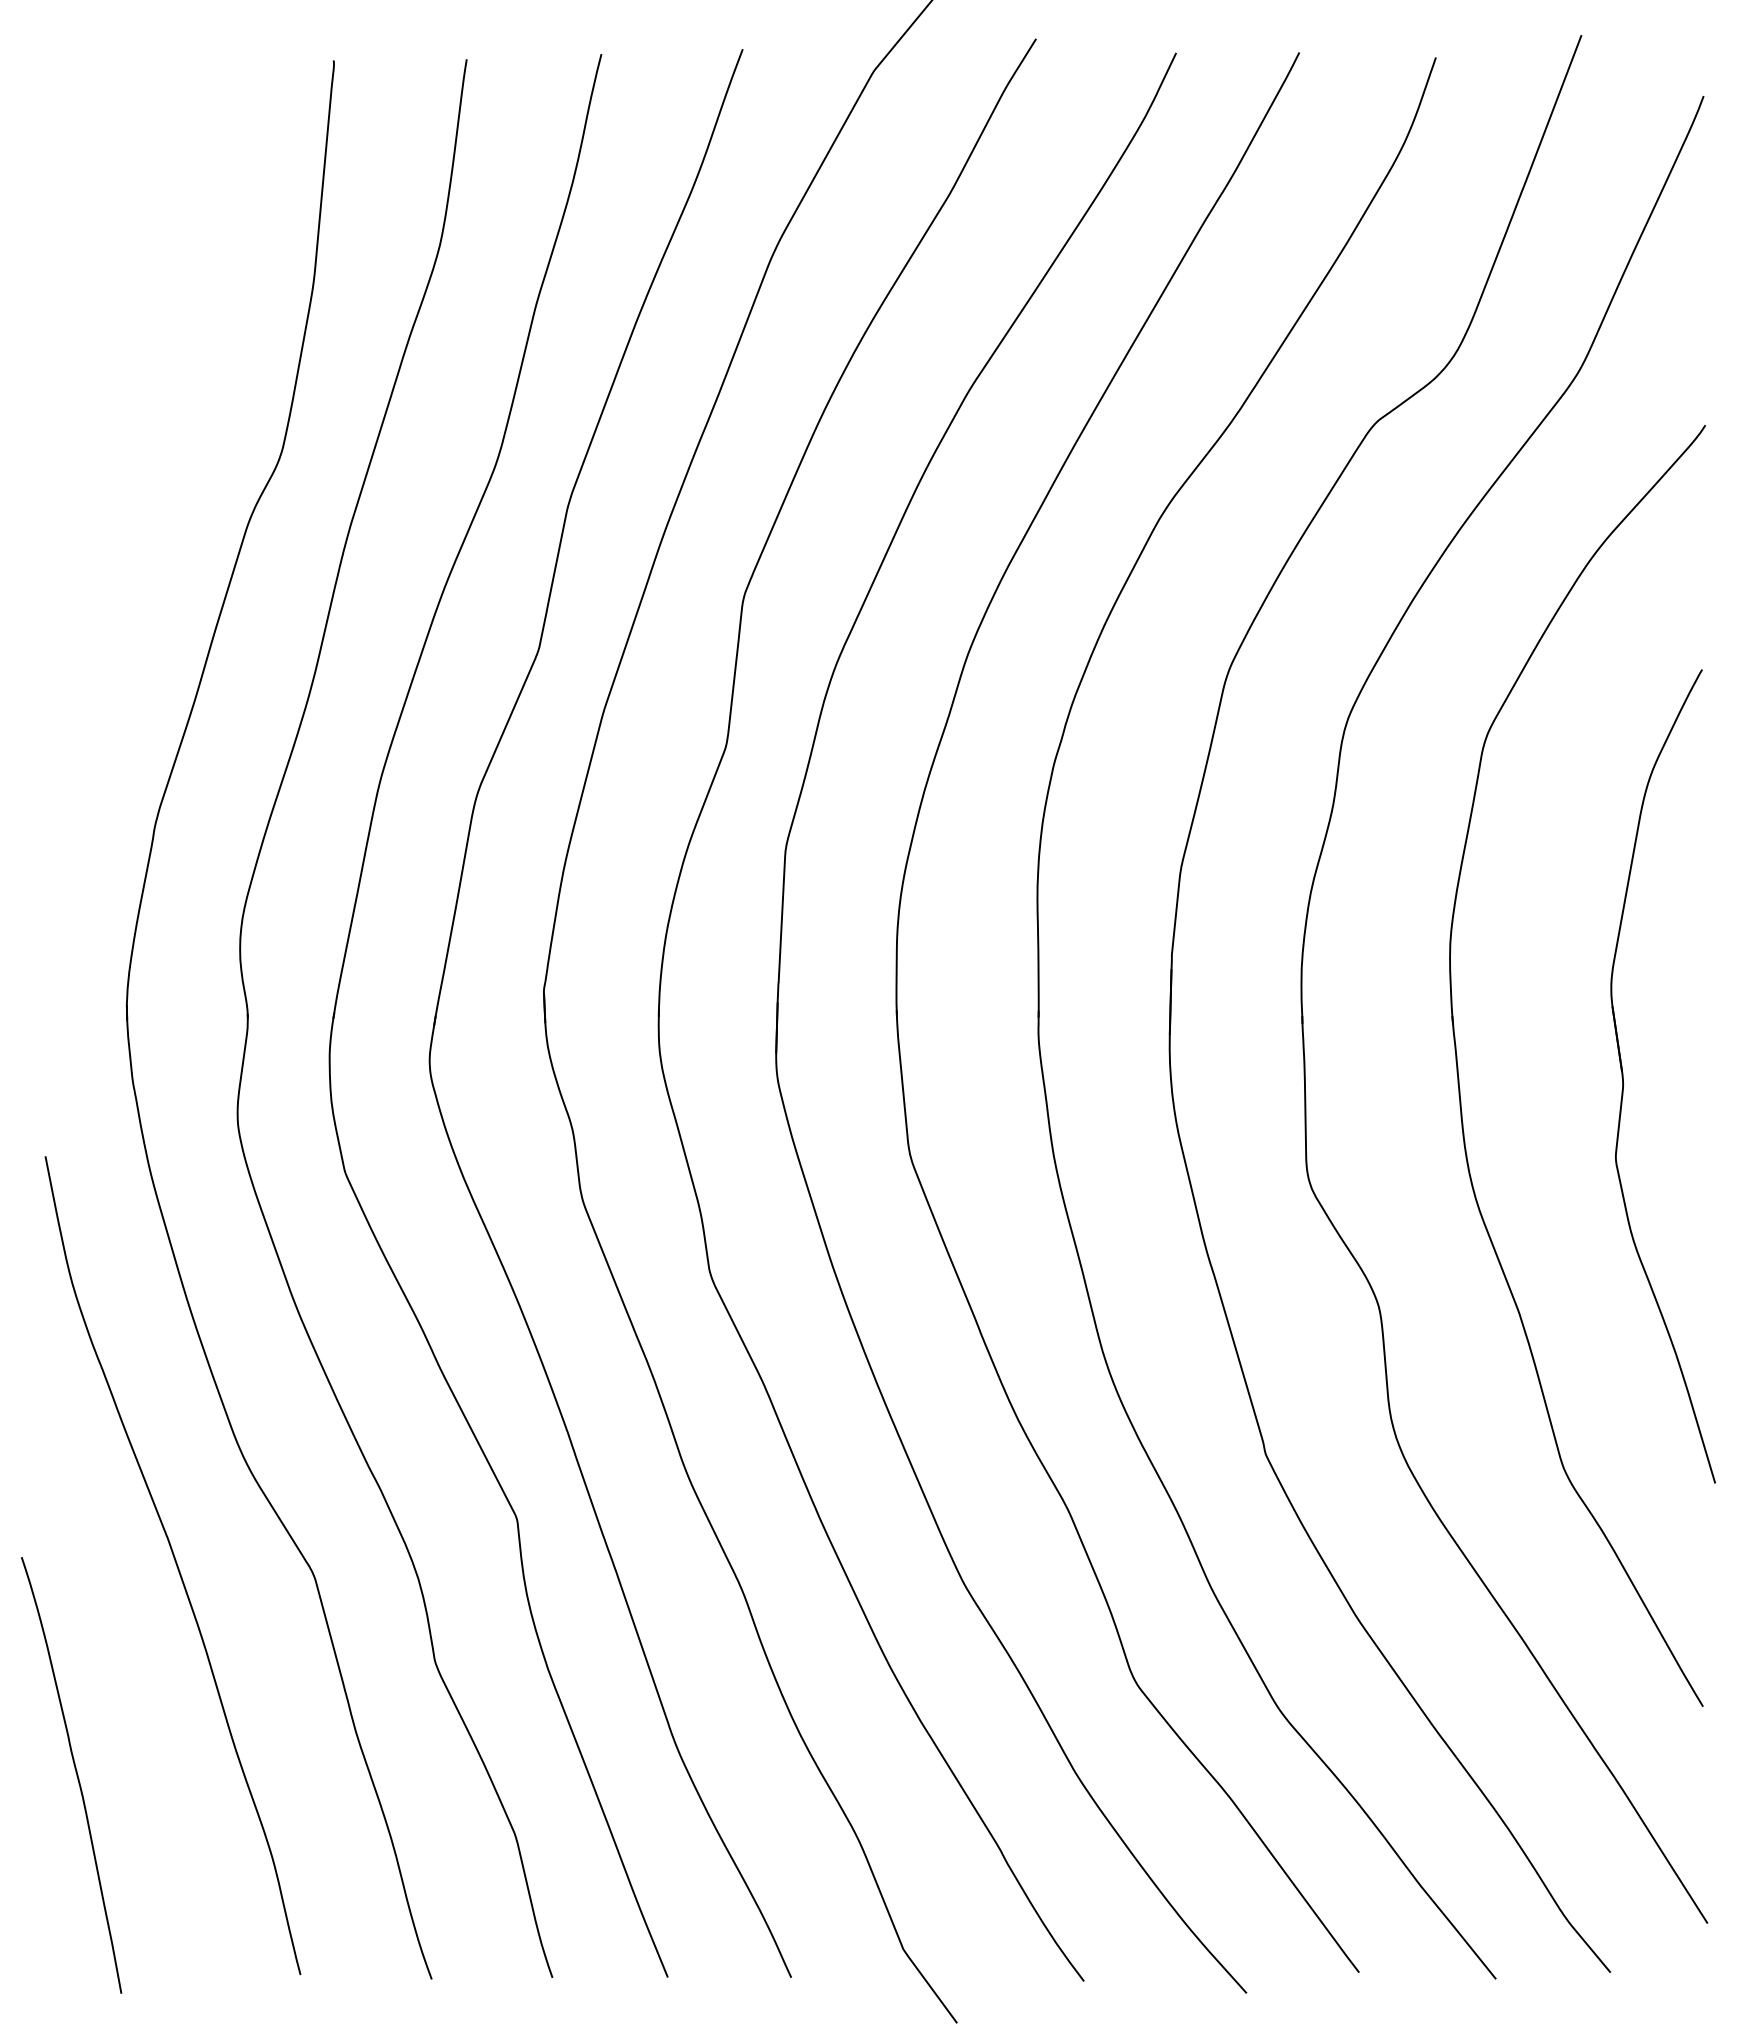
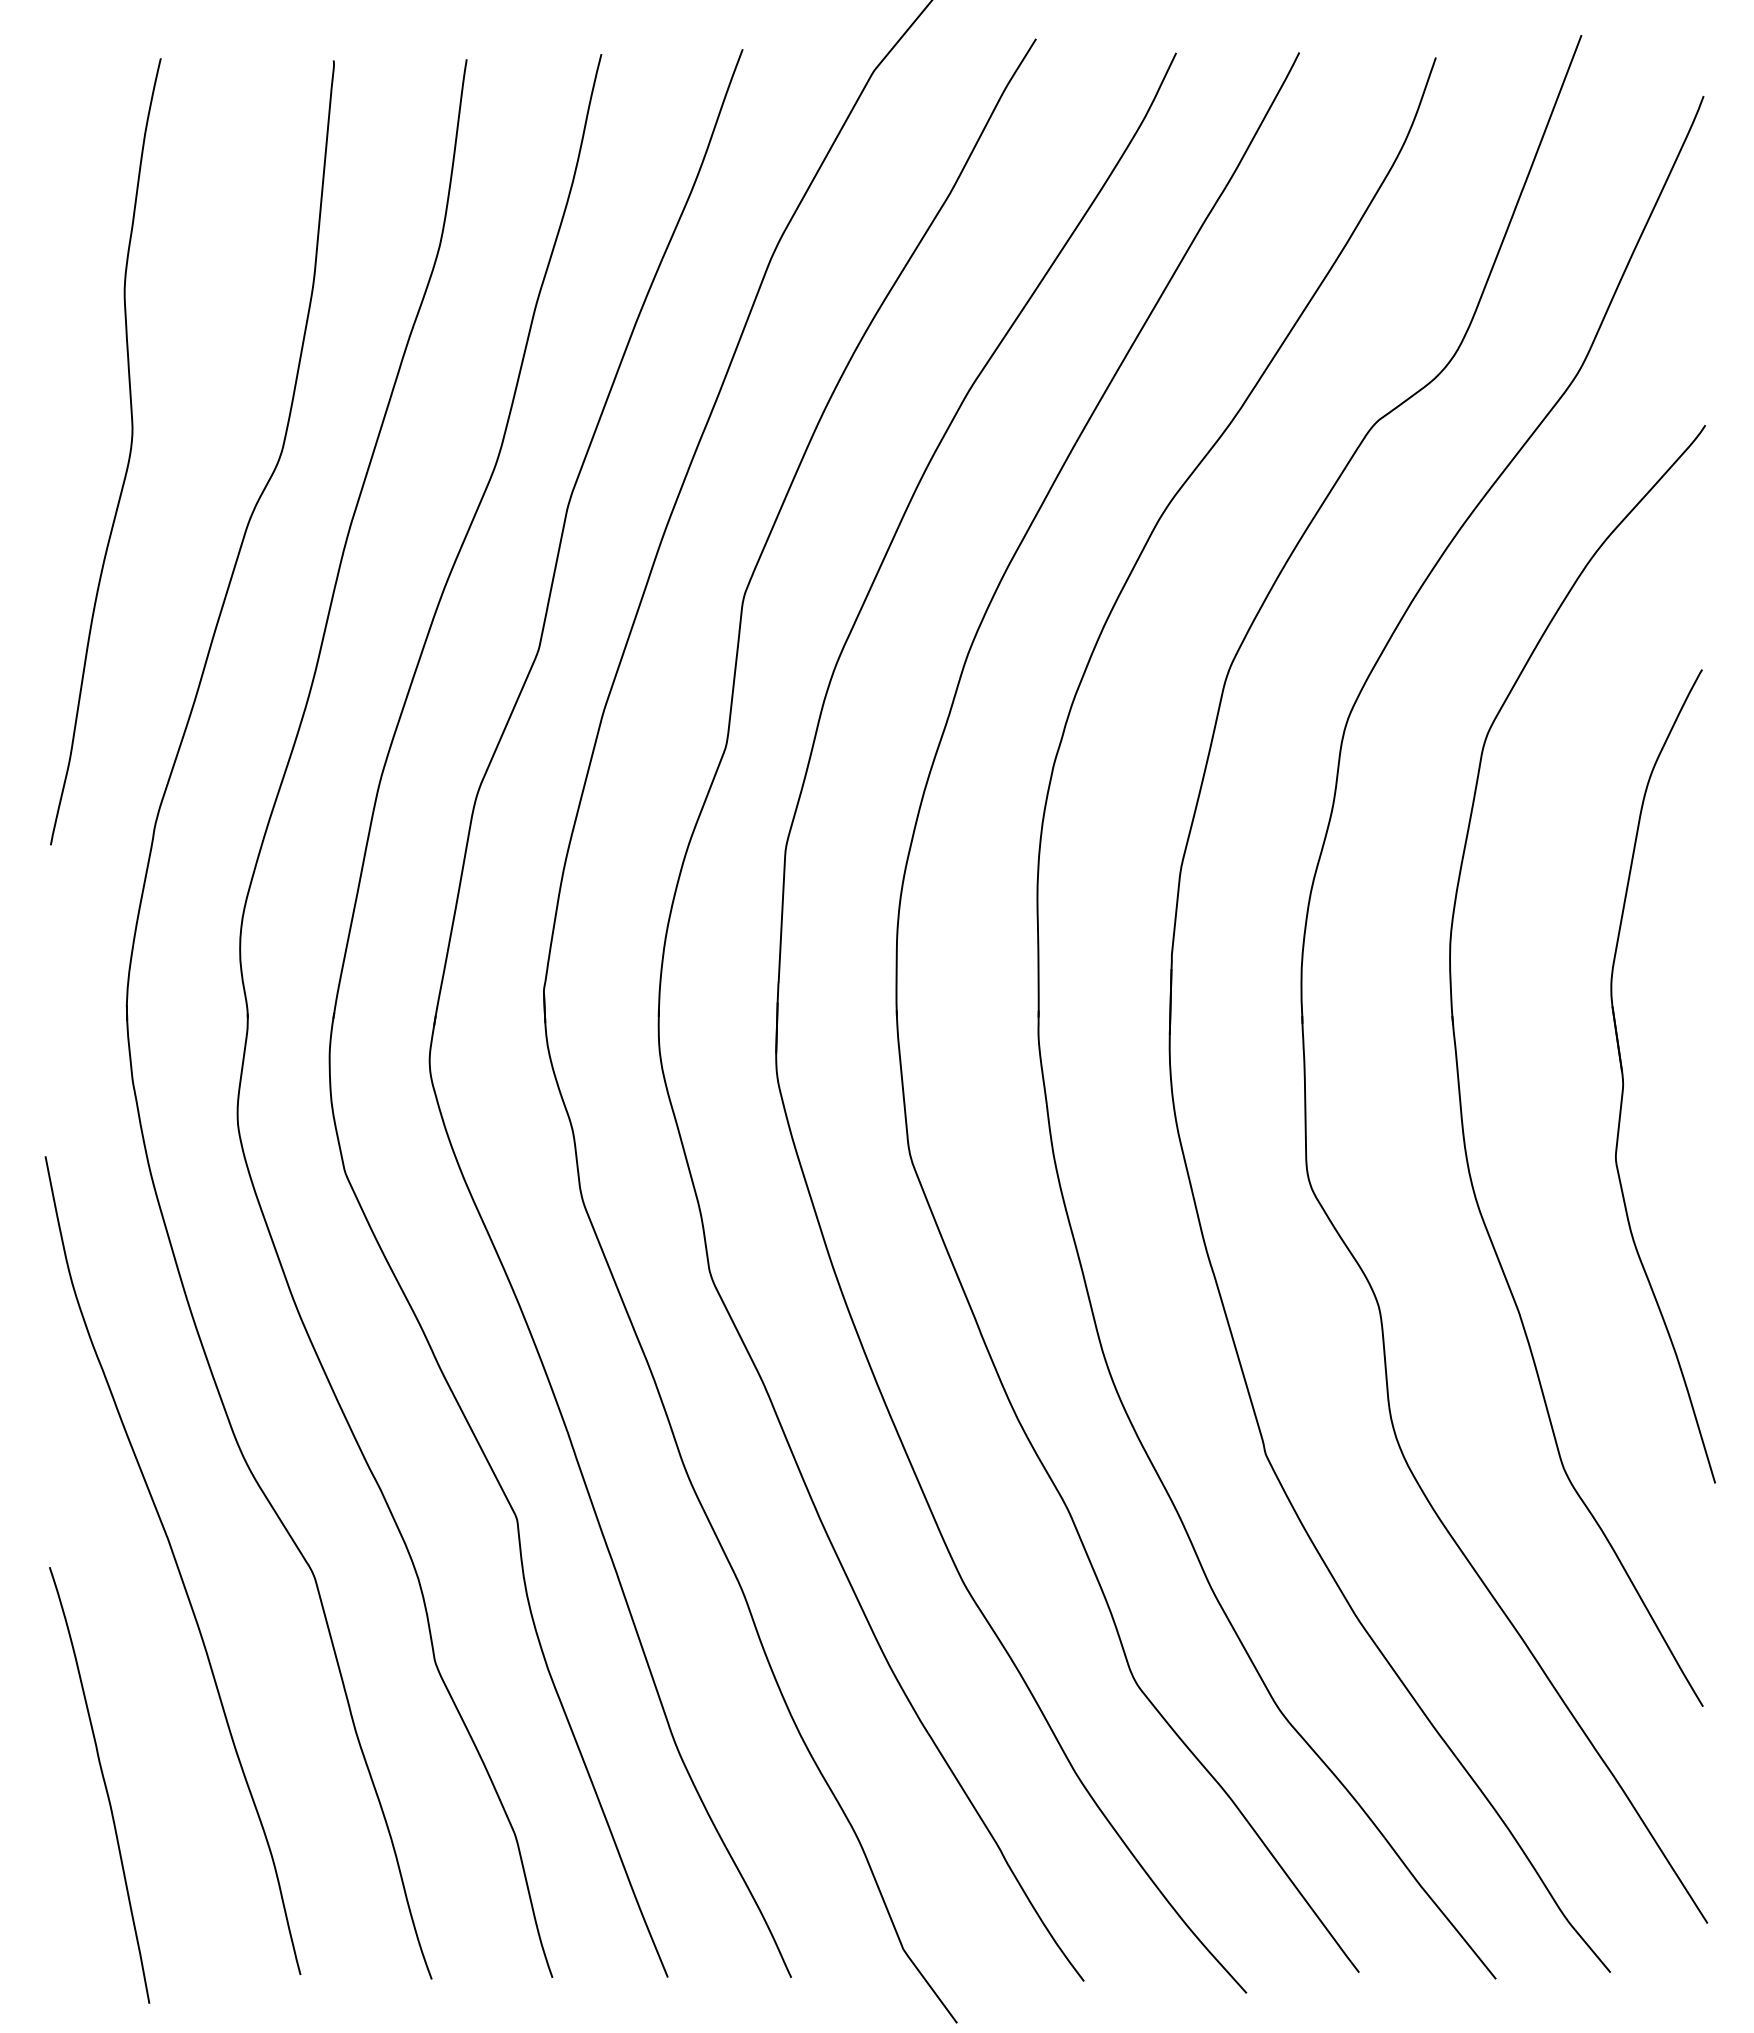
curve at (128, 456): none -> present
curve at (75, 1772) position: (75, 1772) -> (103, 1782)
